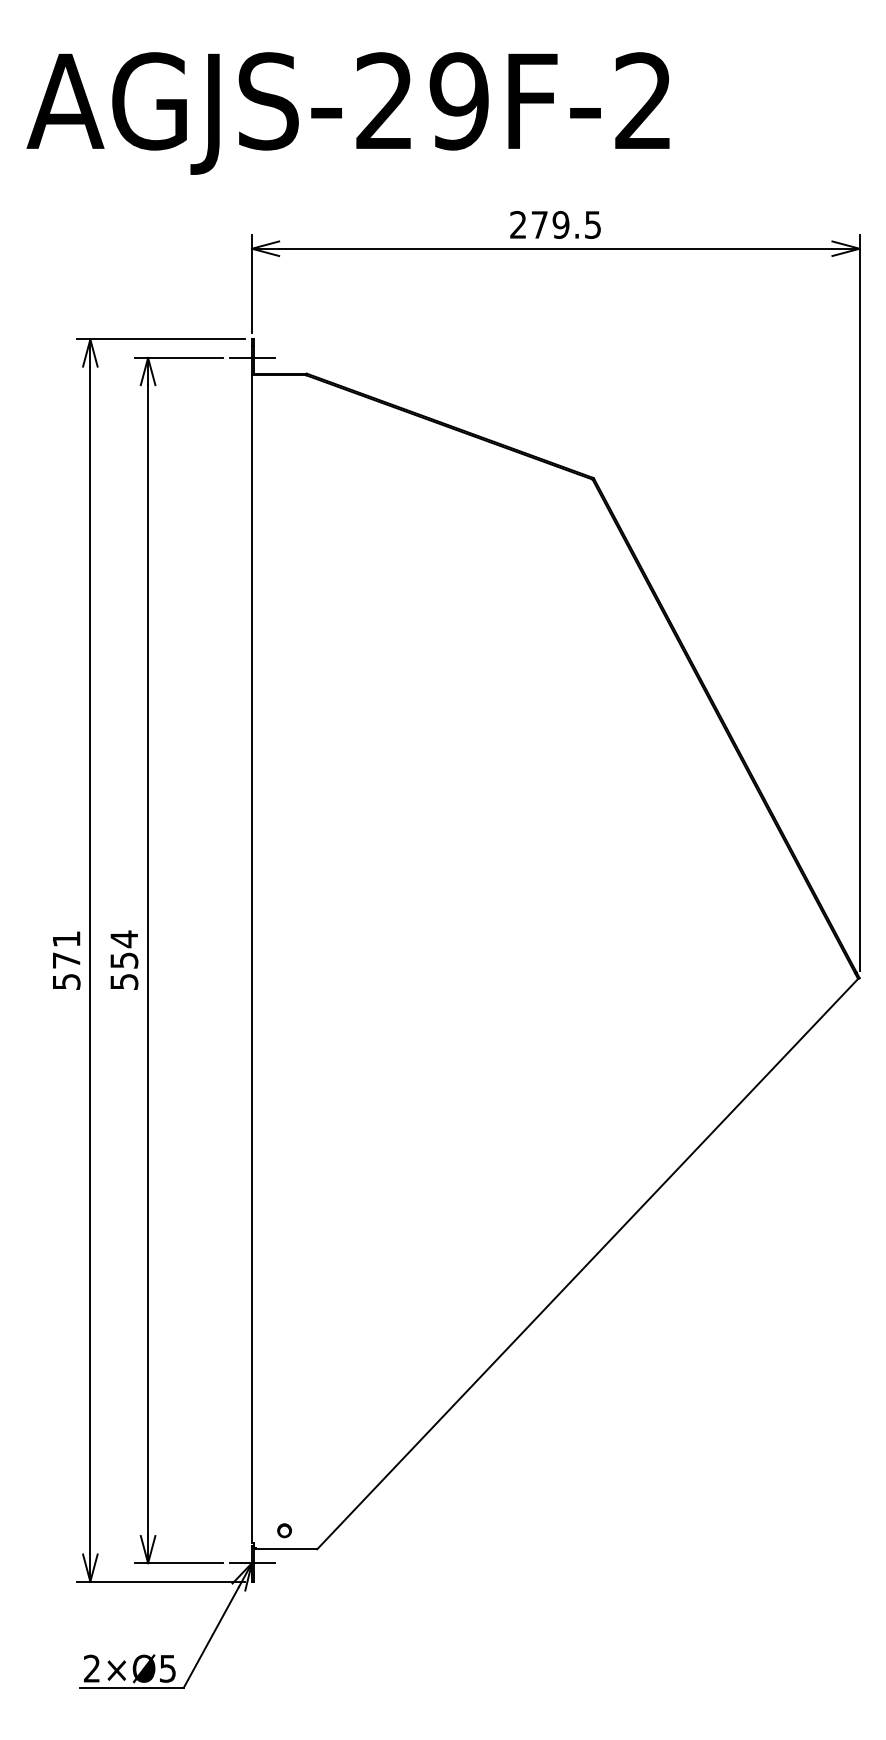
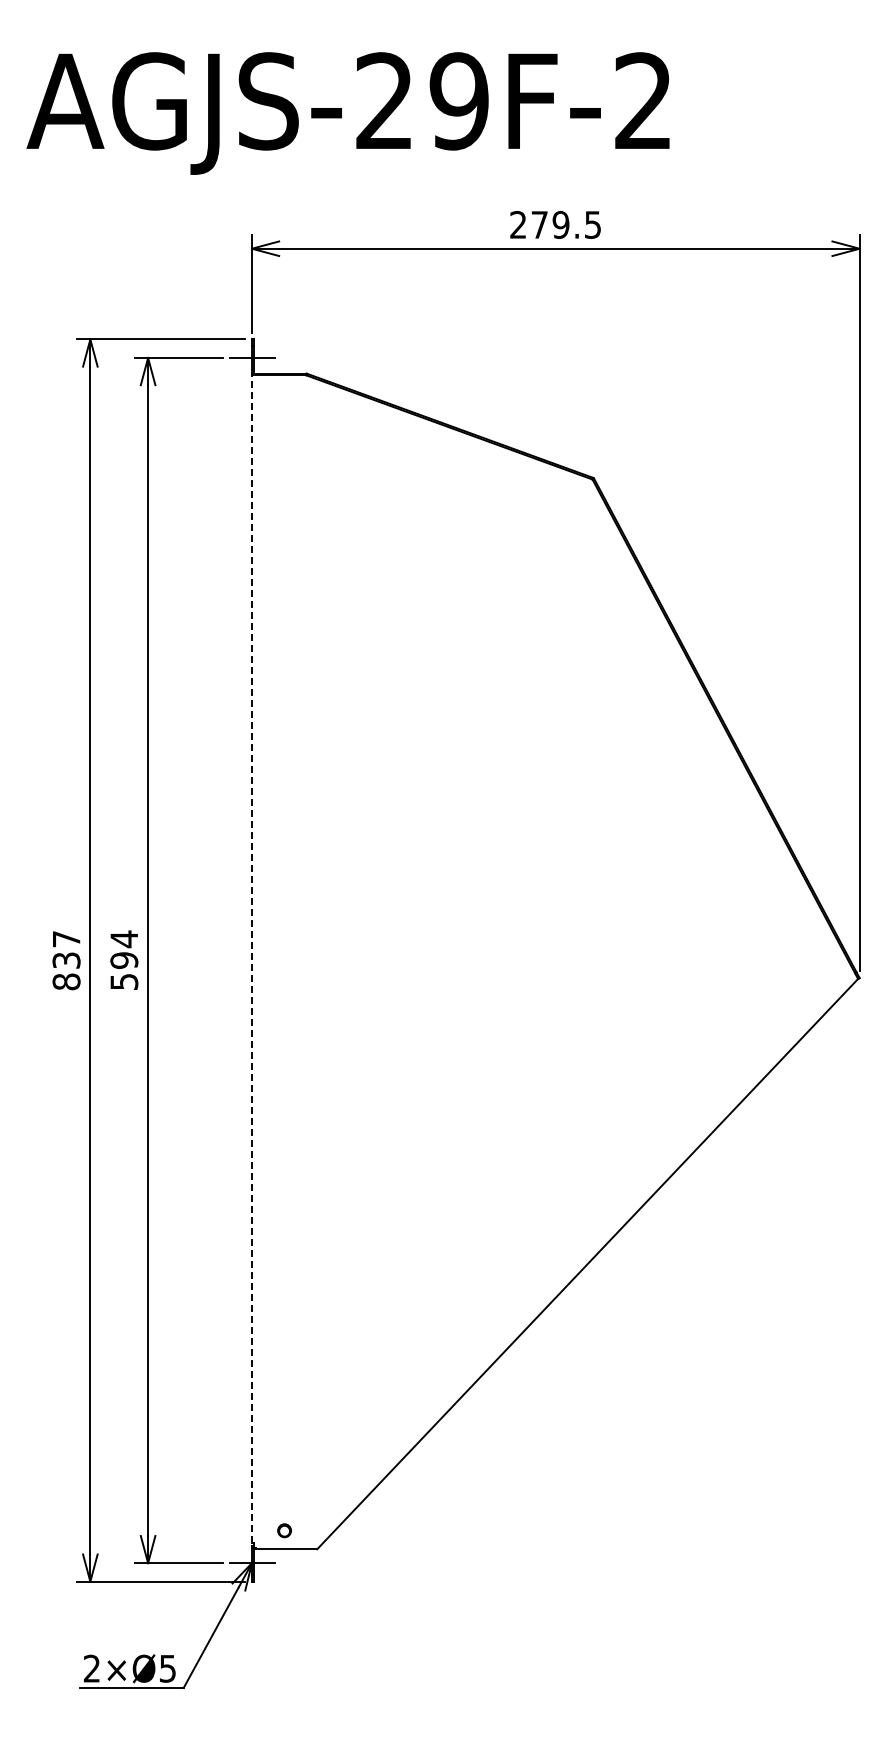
line at (251, 959): solid -> dashed
text at (66, 960): 571 -> 837
text at (124, 960): 554 -> 594
